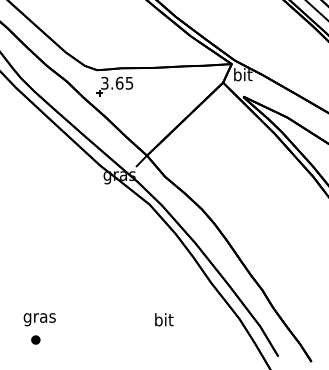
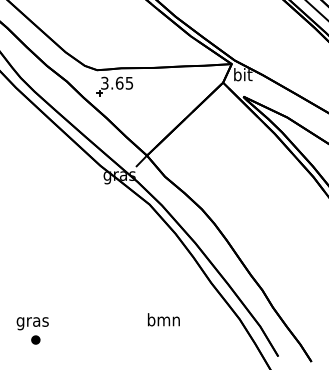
text at (39, 319) position: (39, 319) -> (32, 323)
text at (163, 319): bit -> bmn
